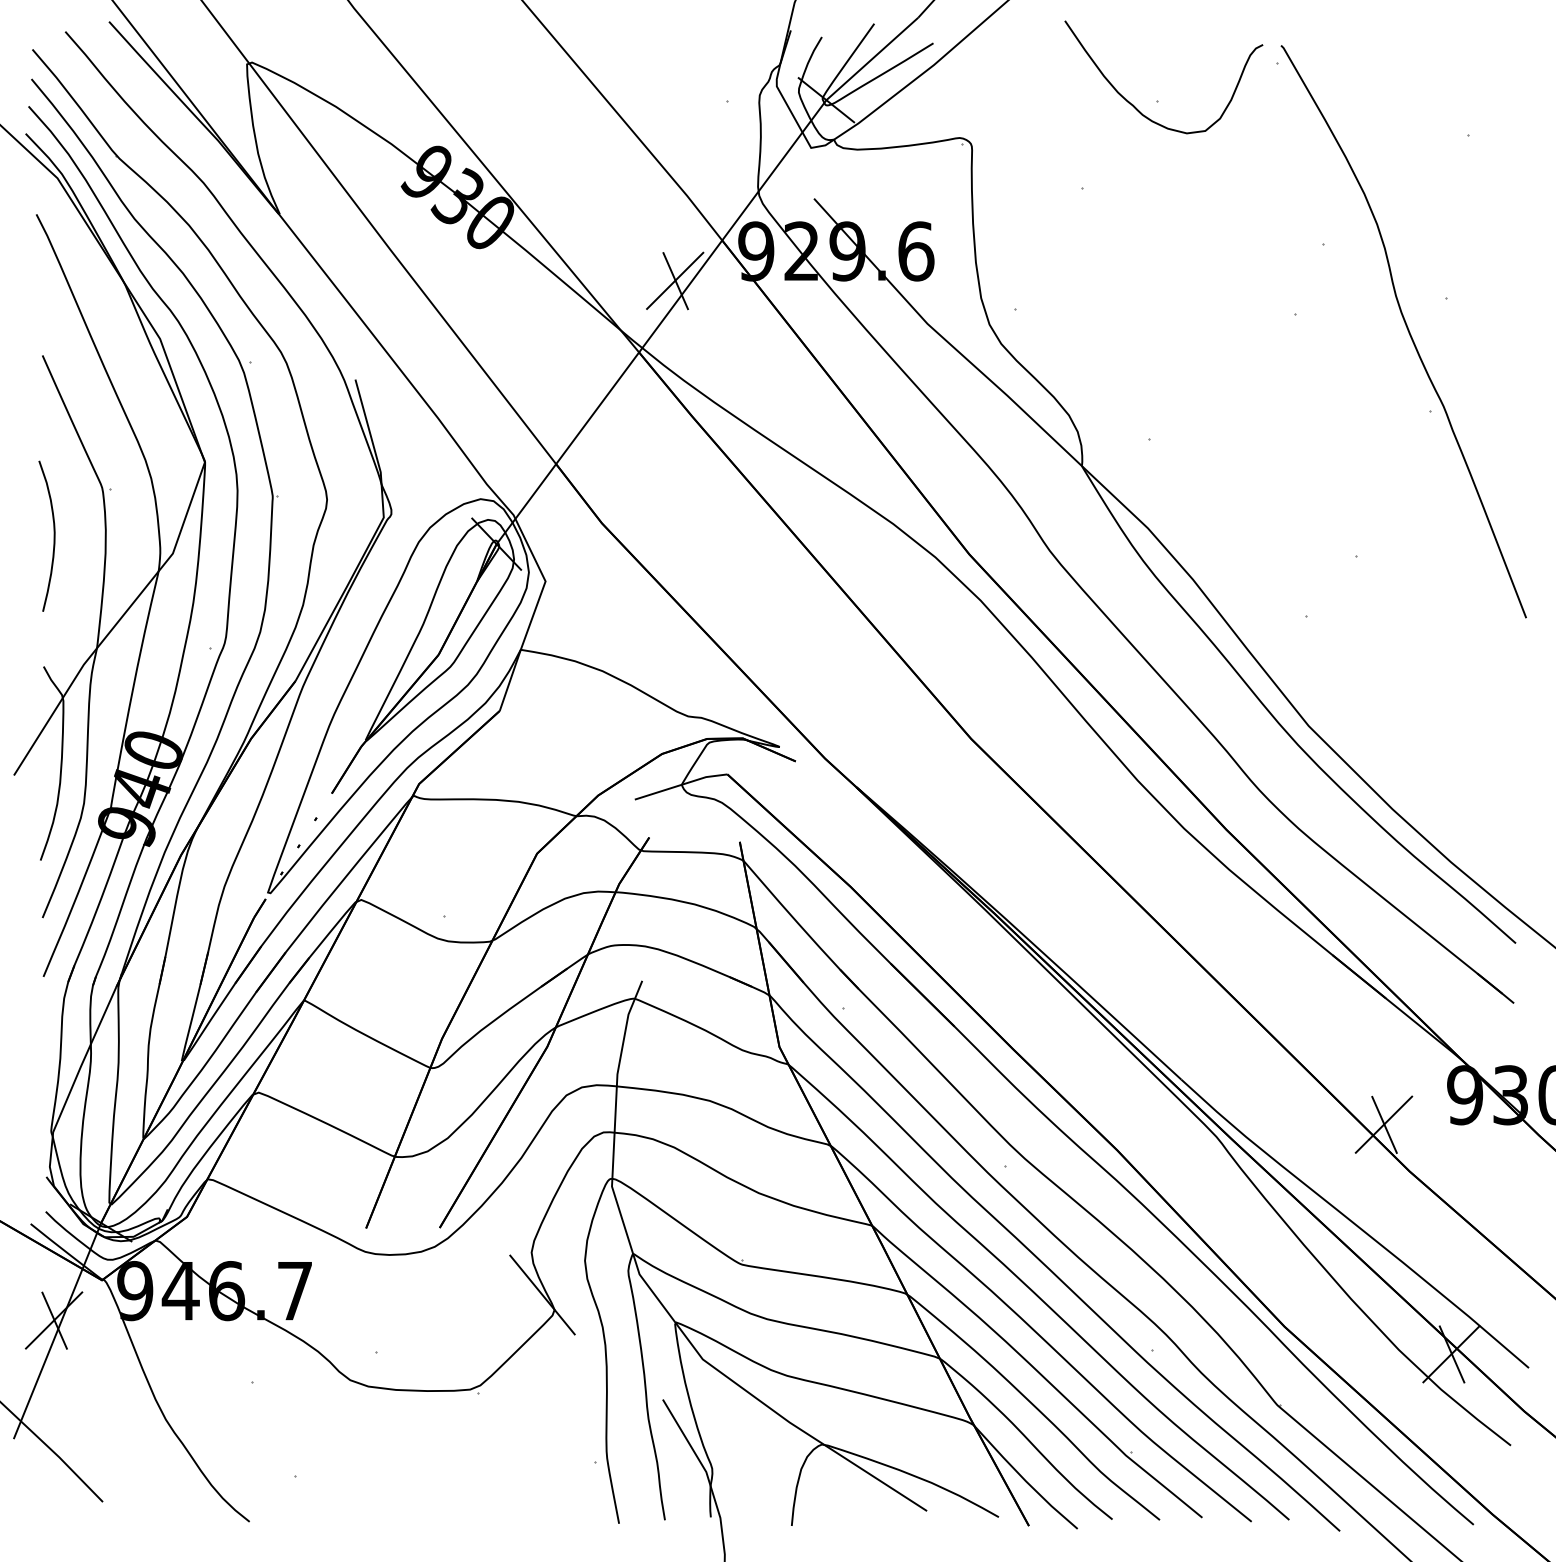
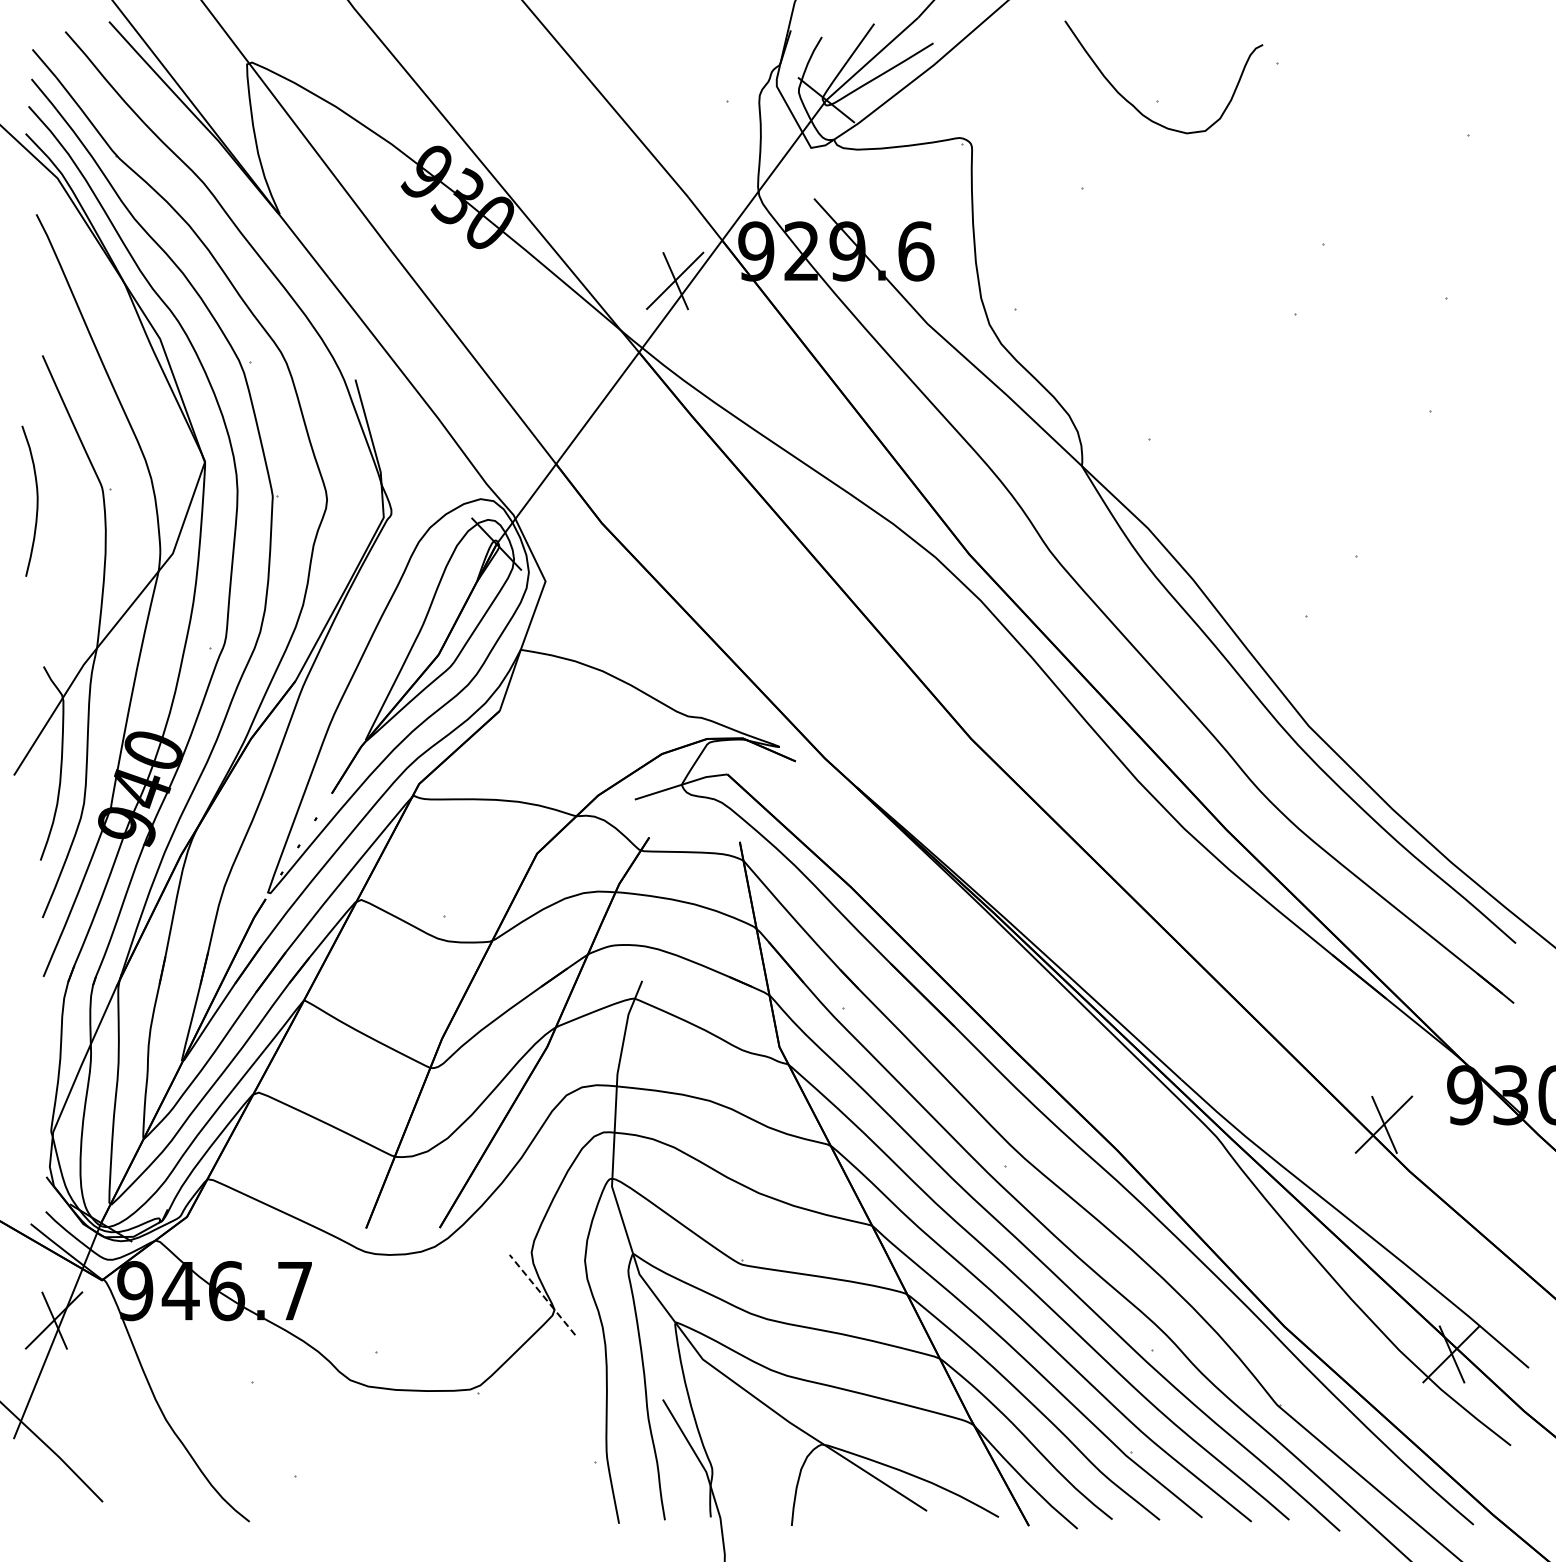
curve at (1407, 330): present -> none
curve at (53, 535) position: (53, 535) -> (36, 500)
line at (542, 1295): solid -> dashed
